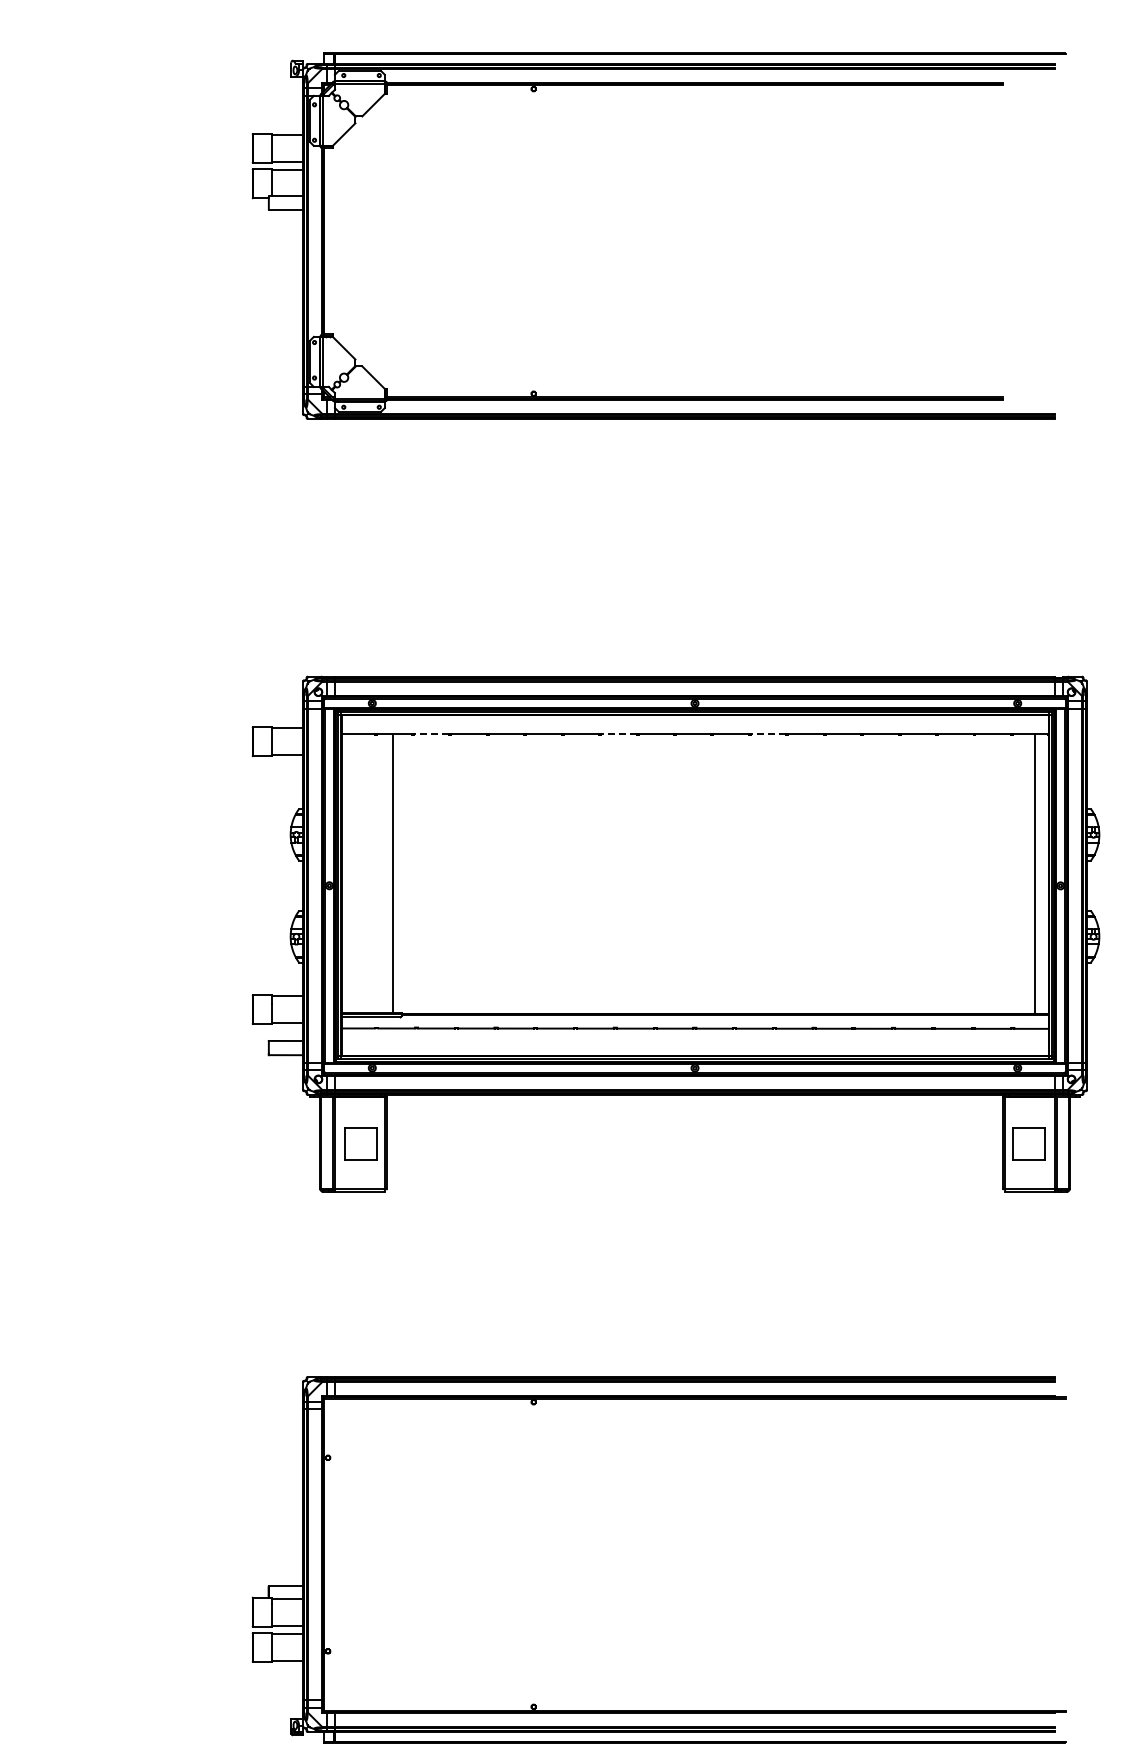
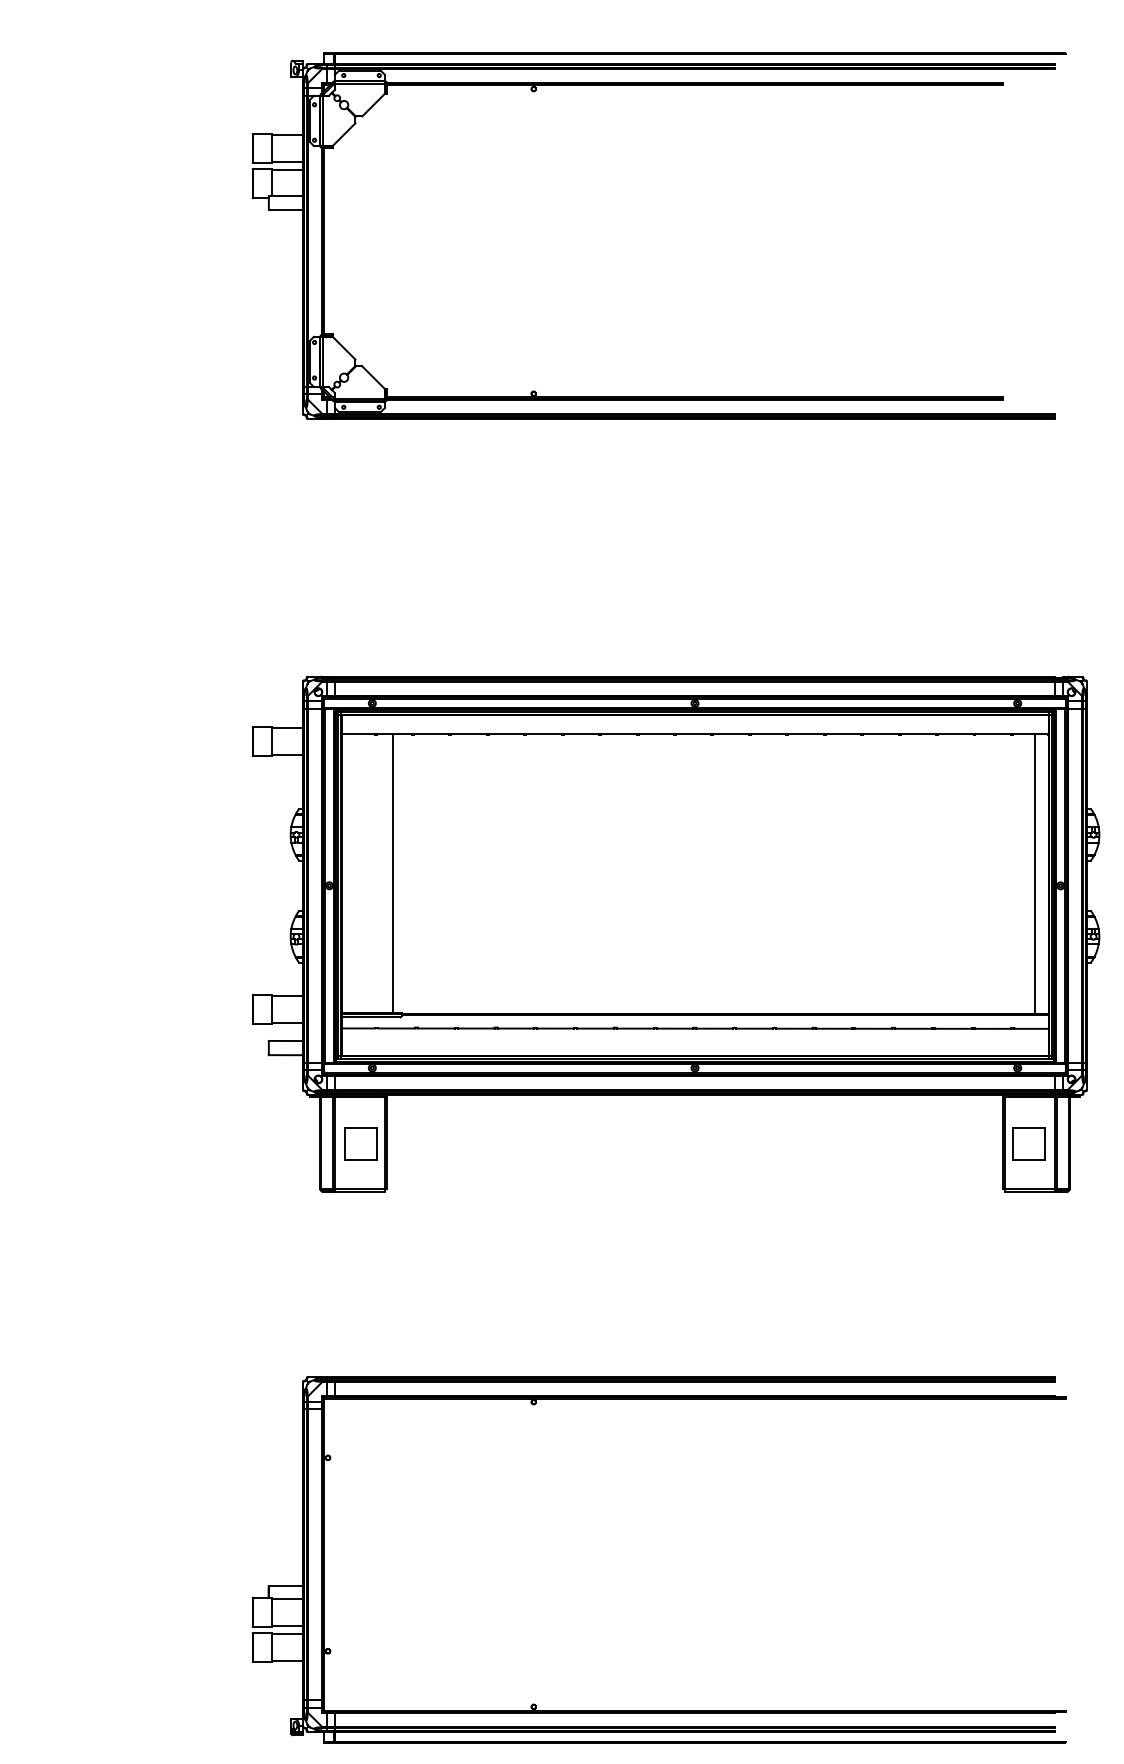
line at (431, 733): dashed -> solid
line at (618, 733): dashed -> solid
line at (768, 733): dashed -> solid
